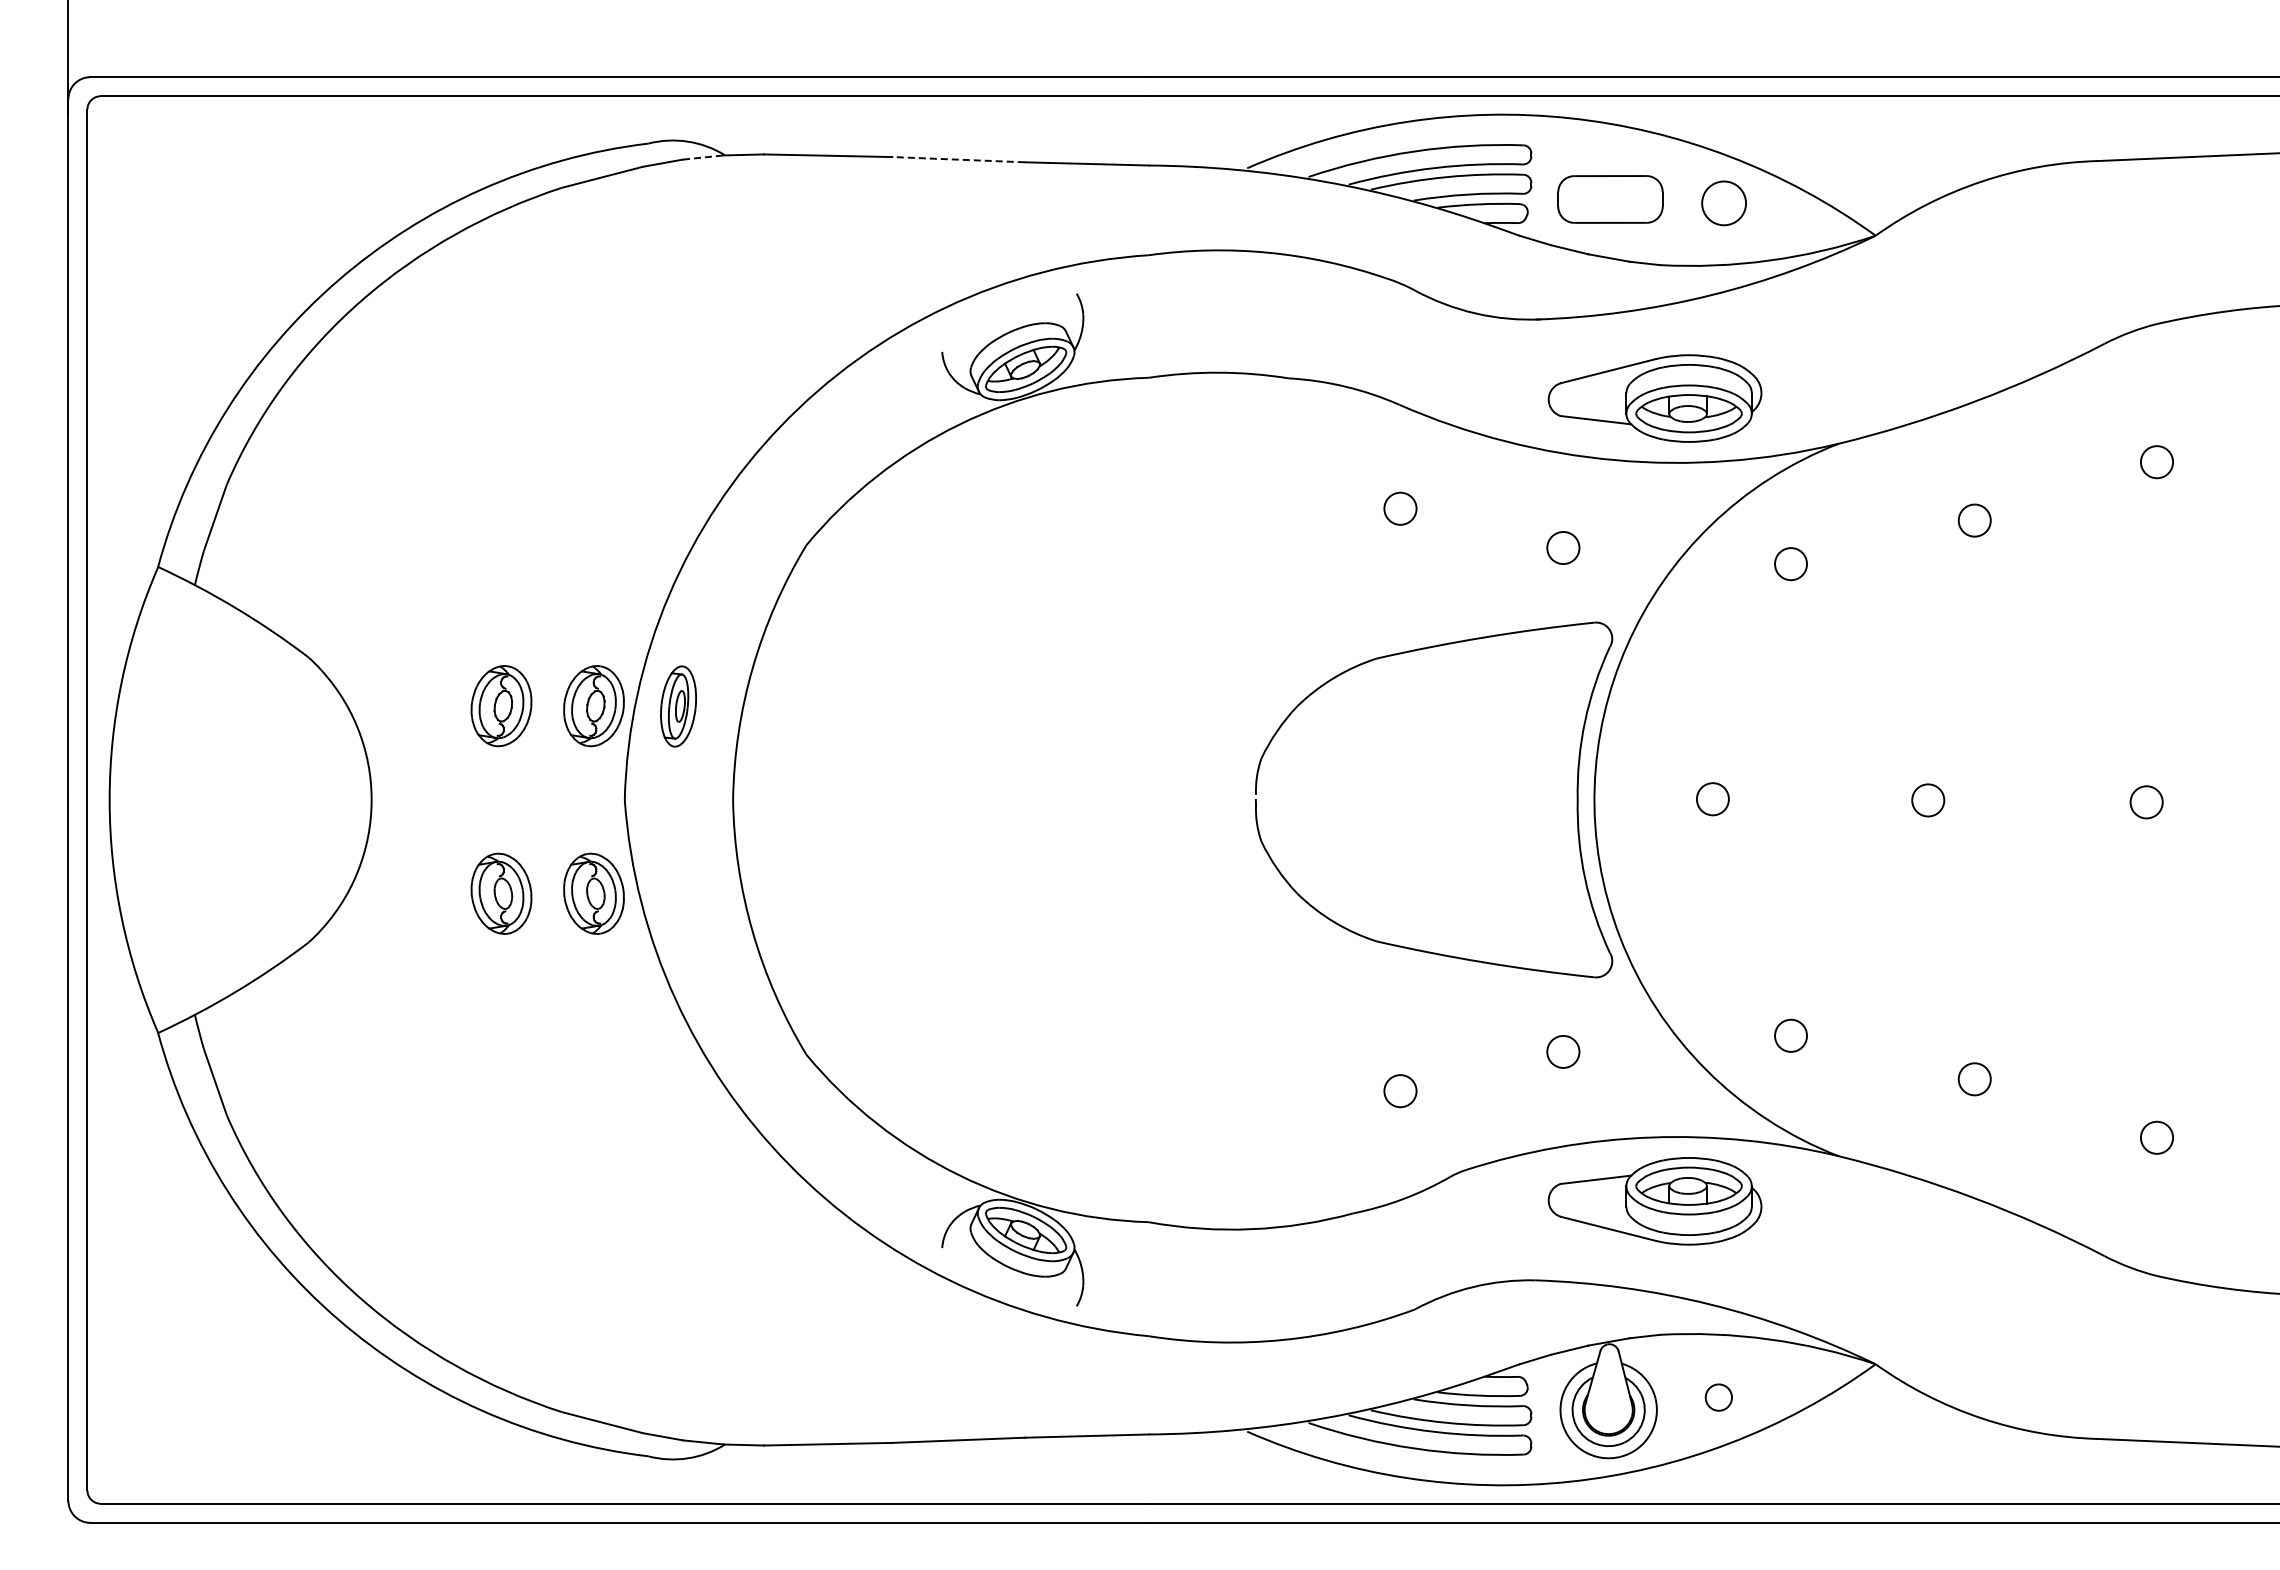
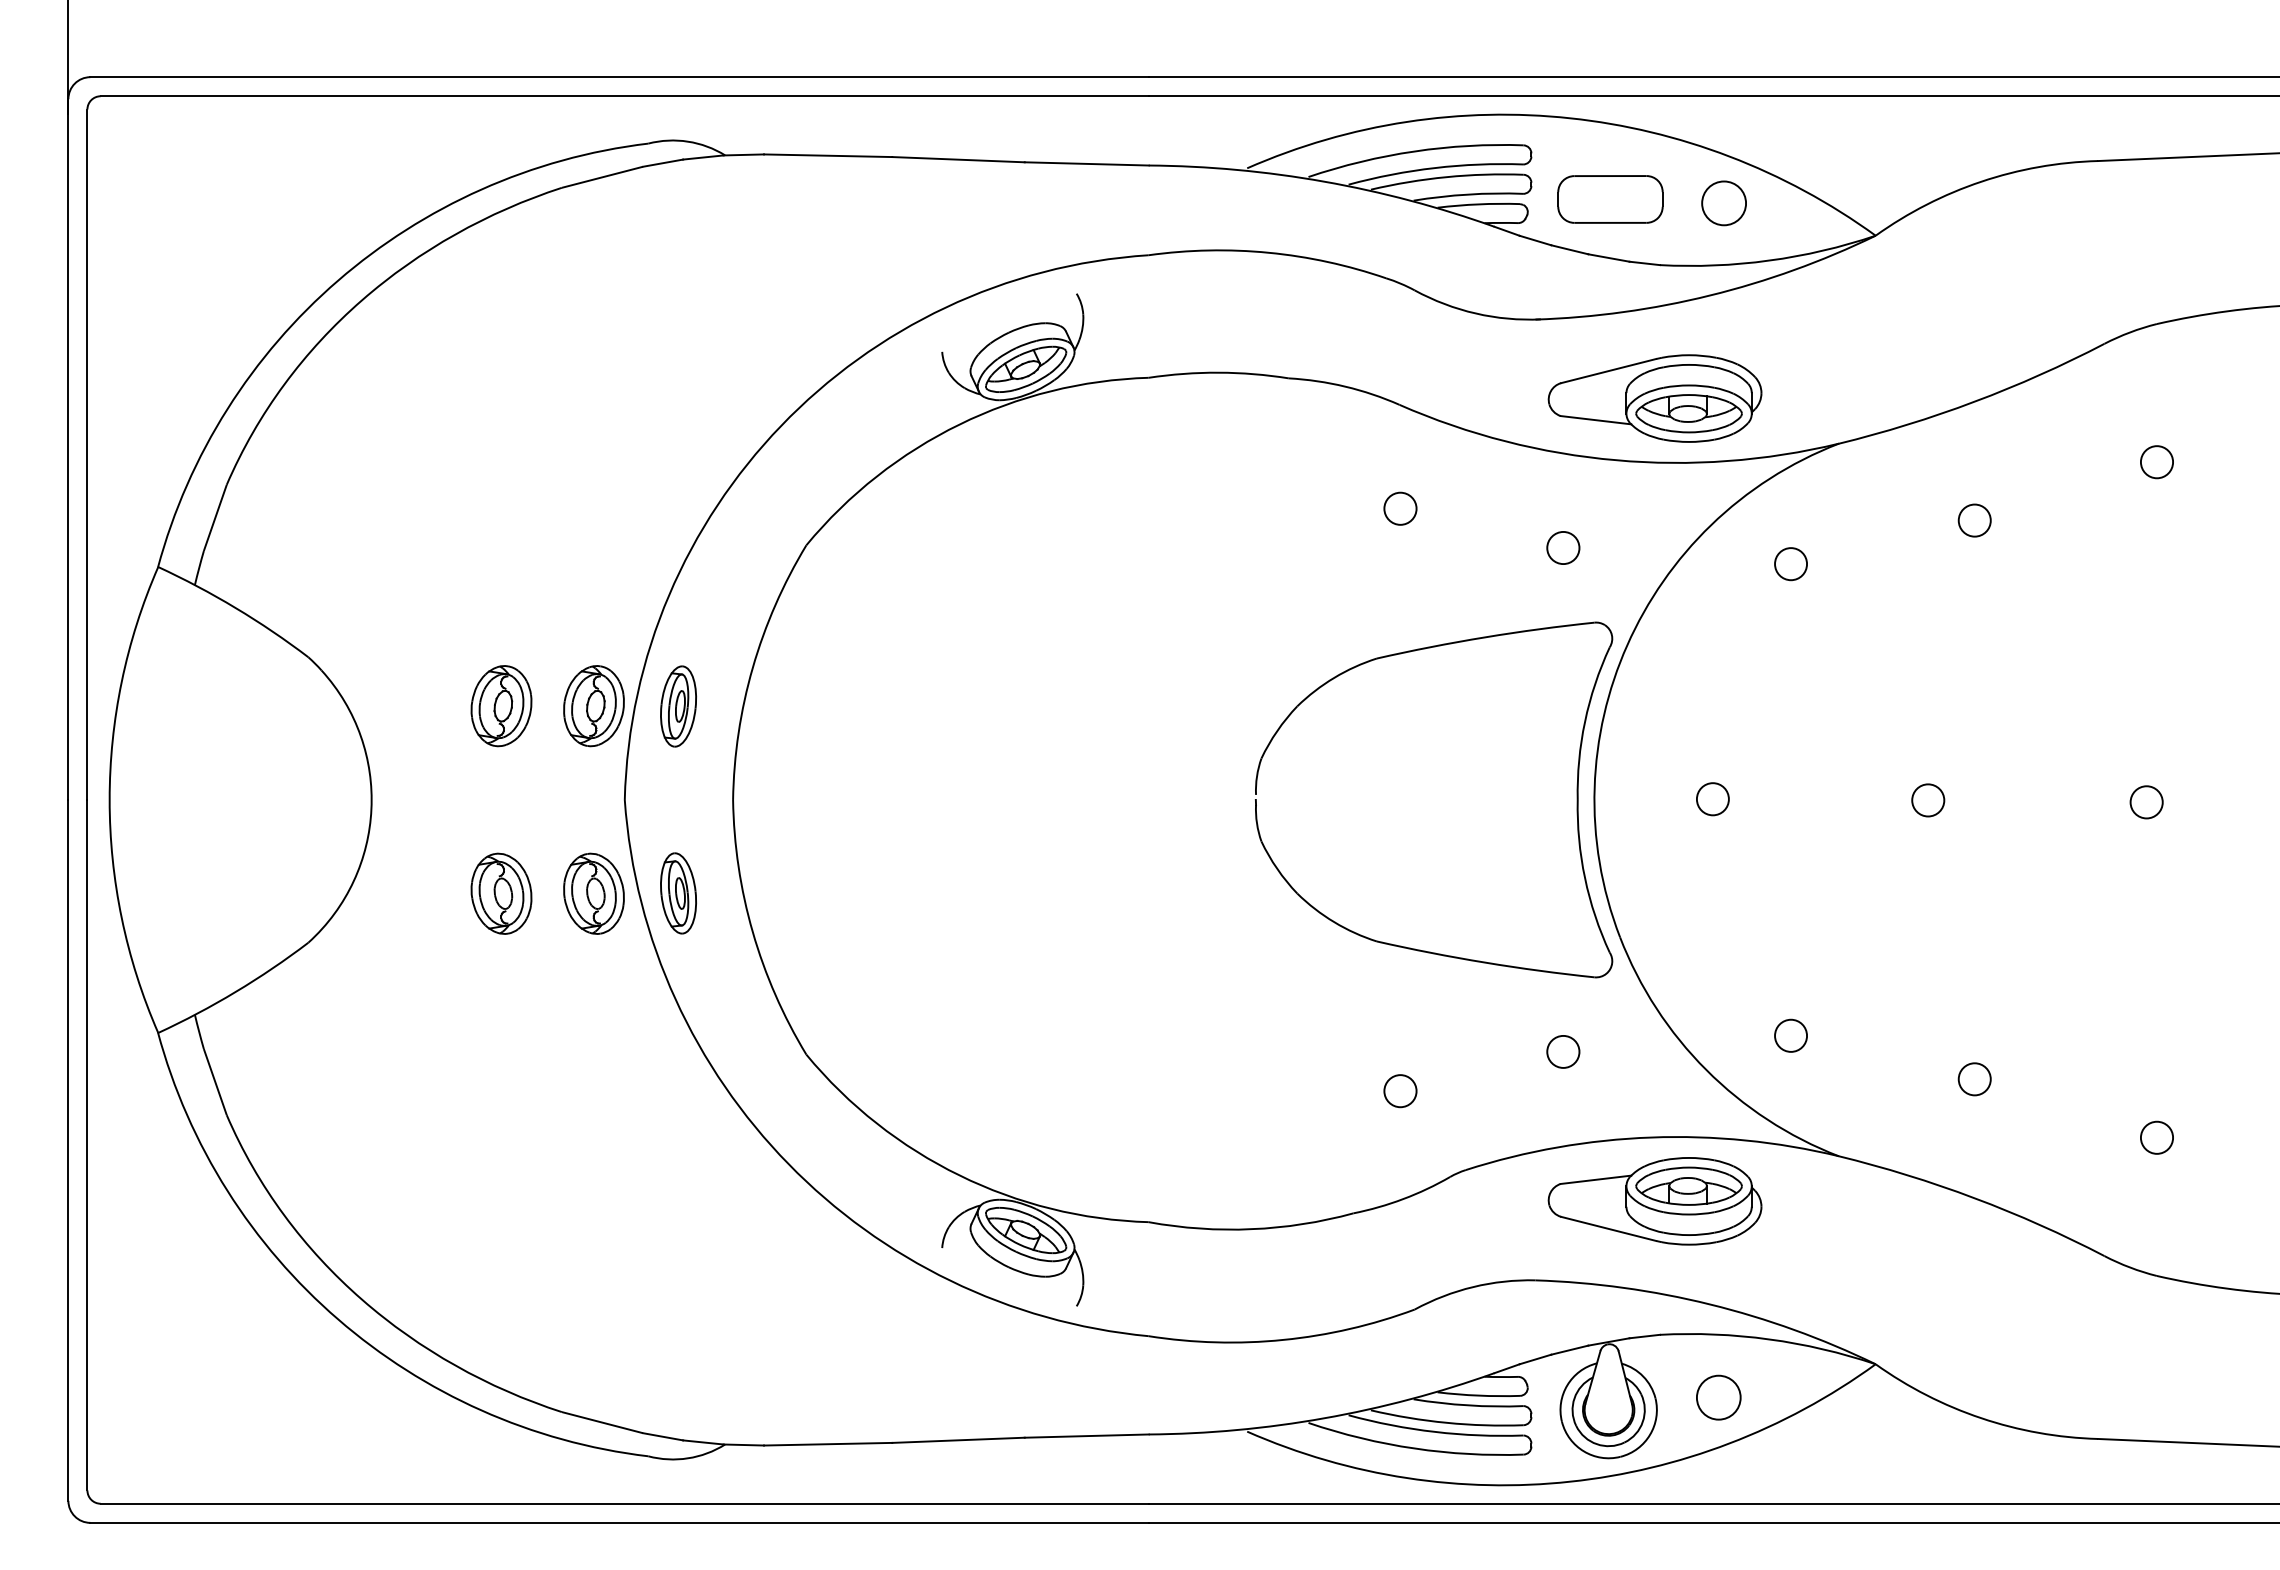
line at (703, 157): dashed -> solid
line at (957, 159): dashed -> solid
part at (678, 893): none -> present
part at (1718, 1397) size: 29x29 px -> 46x47 px
